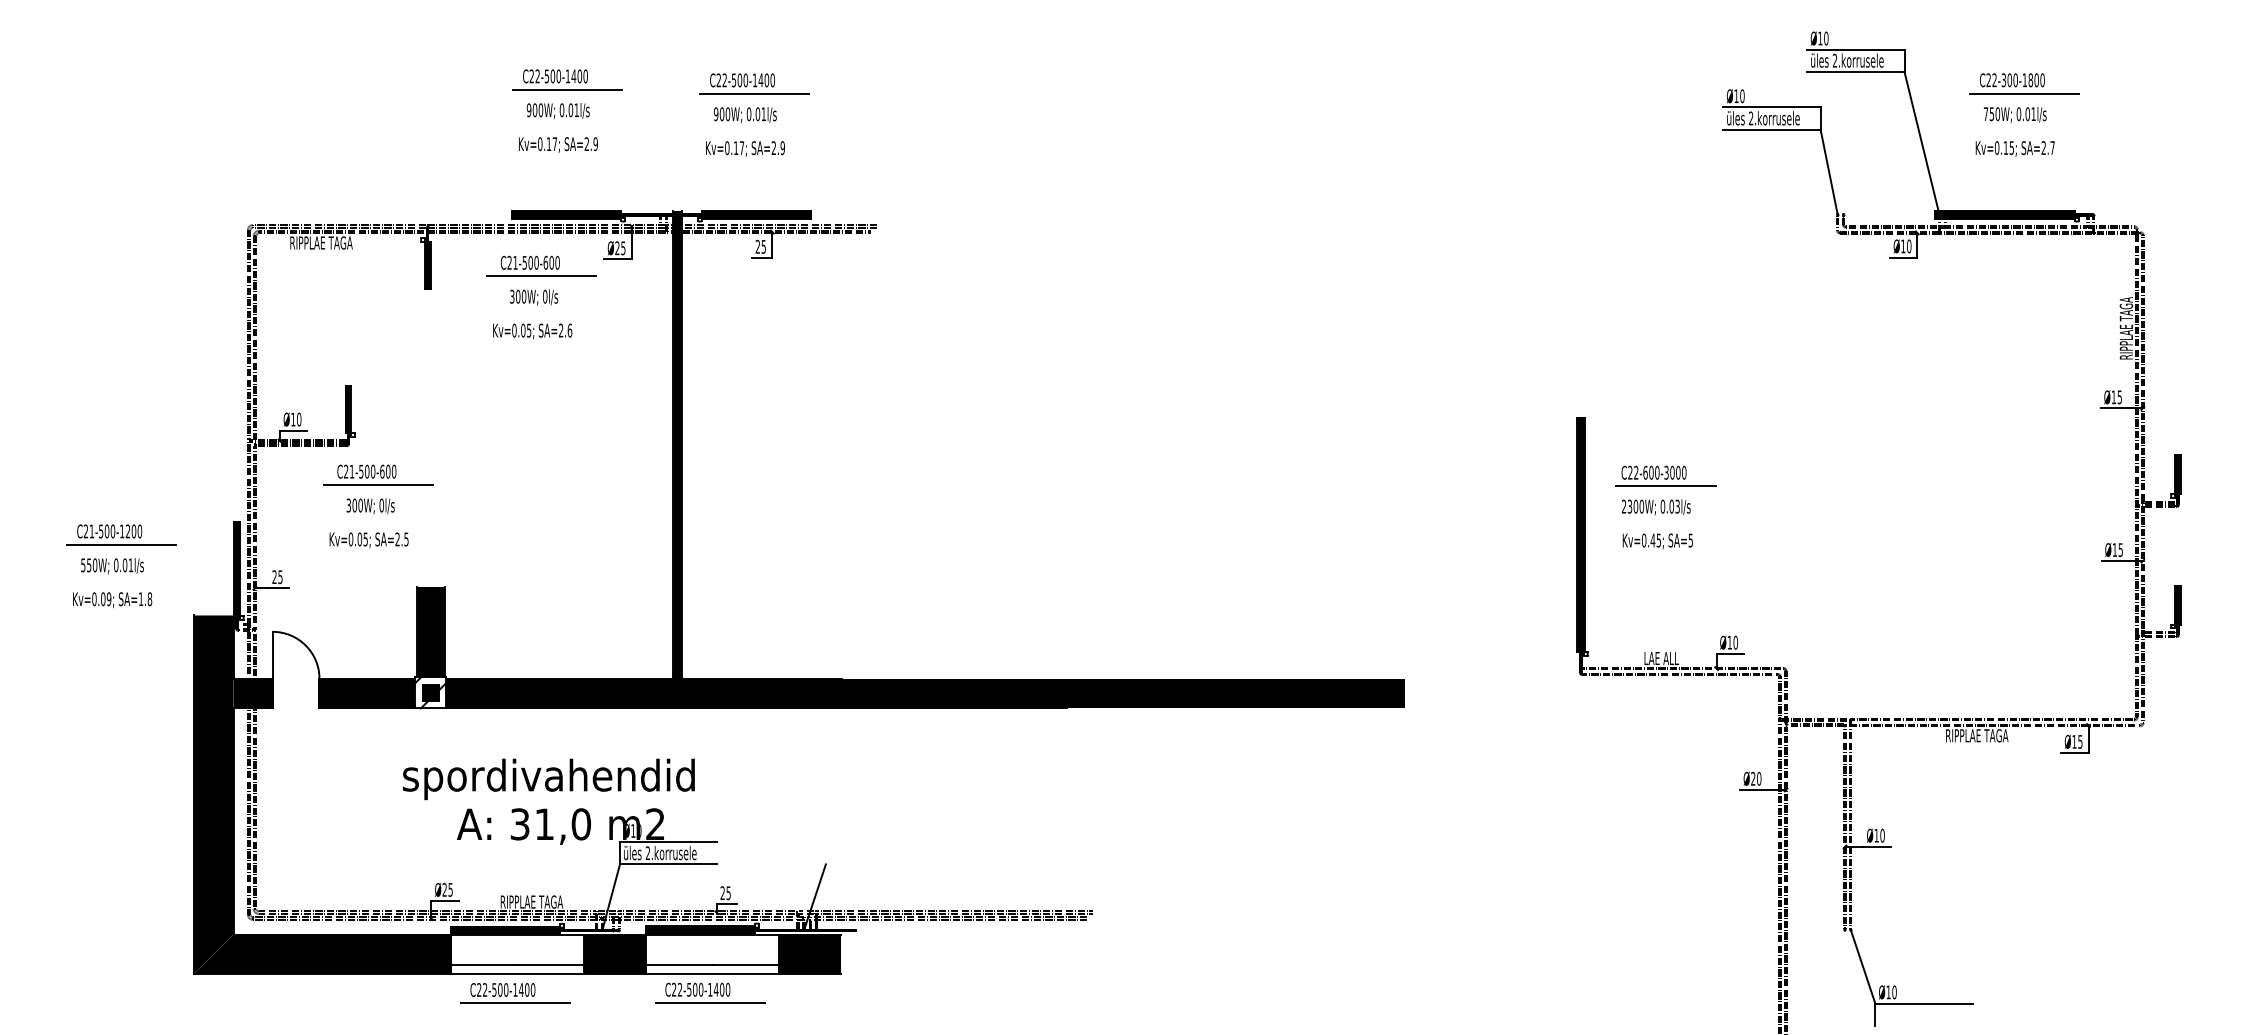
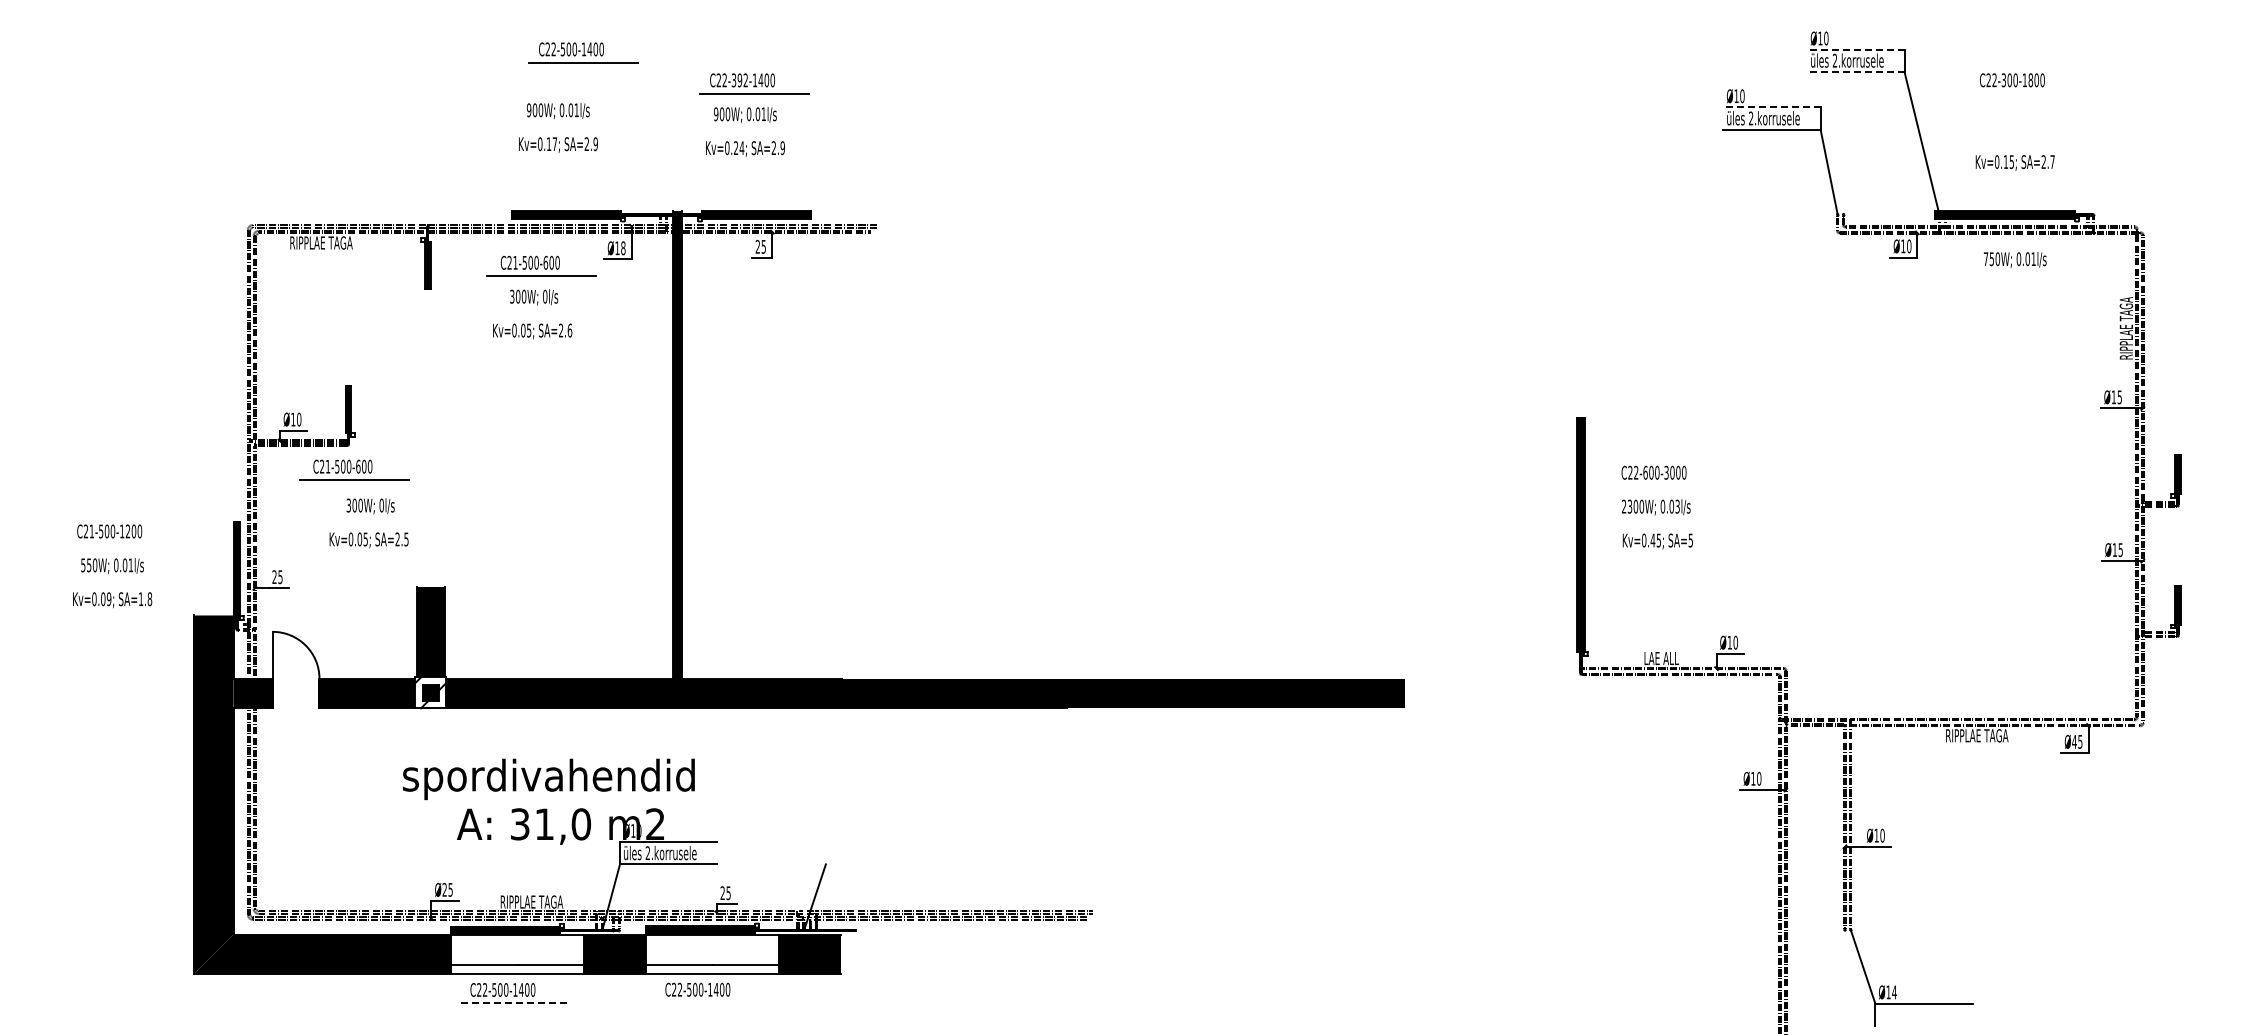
line at (1855, 49): solid -> dashed
line at (1855, 71): solid -> dashed
part at (567, 79) position: (567, 79) -> (583, 52)
text at (740, 80): C22-500-1400 -> C22-392-1400
line at (2024, 93): present -> none
line at (1771, 107): solid -> dashed
text at (2015, 114) position: (2015, 114) -> (2015, 259)
text at (738, 147): Kv=0.17; -> Kv=0.24;
text at (2014, 148) position: (2014, 148) -> (2014, 162)
text at (620, 248): Ø25 -> Ø18
part at (378, 474) position: (378, 474) -> (354, 469)
line at (1666, 486): present -> none
line at (121, 544): present -> none
text at (2074, 741): Ø15 -> Ø45
text at (1753, 778): Ø20 -> Ø10
text at (1894, 992): Ø10 -> Ø14
line at (515, 1003): solid -> dashed
line at (709, 1003): present -> none
